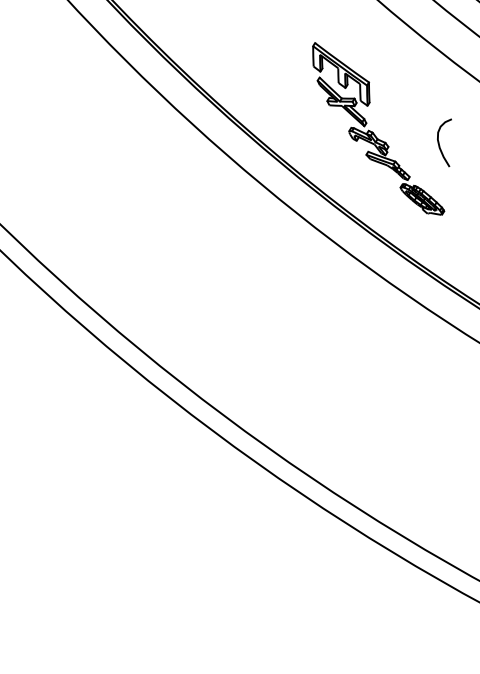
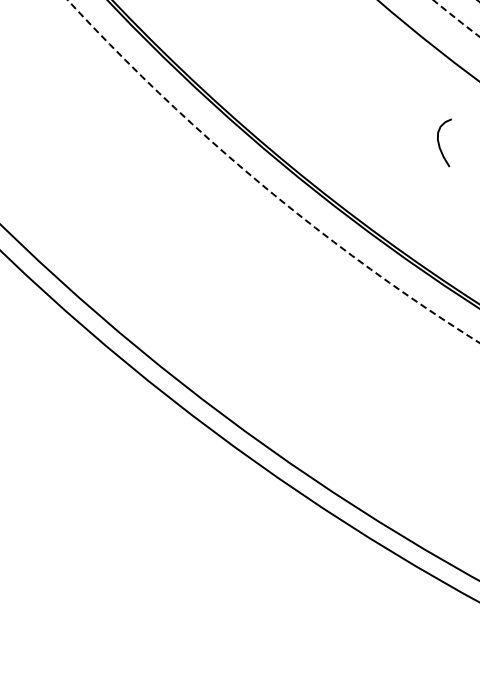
arc at (456, 18): solid -> dashed
part at (373, 132): present -> none
arc at (263, 186): solid -> dashed
